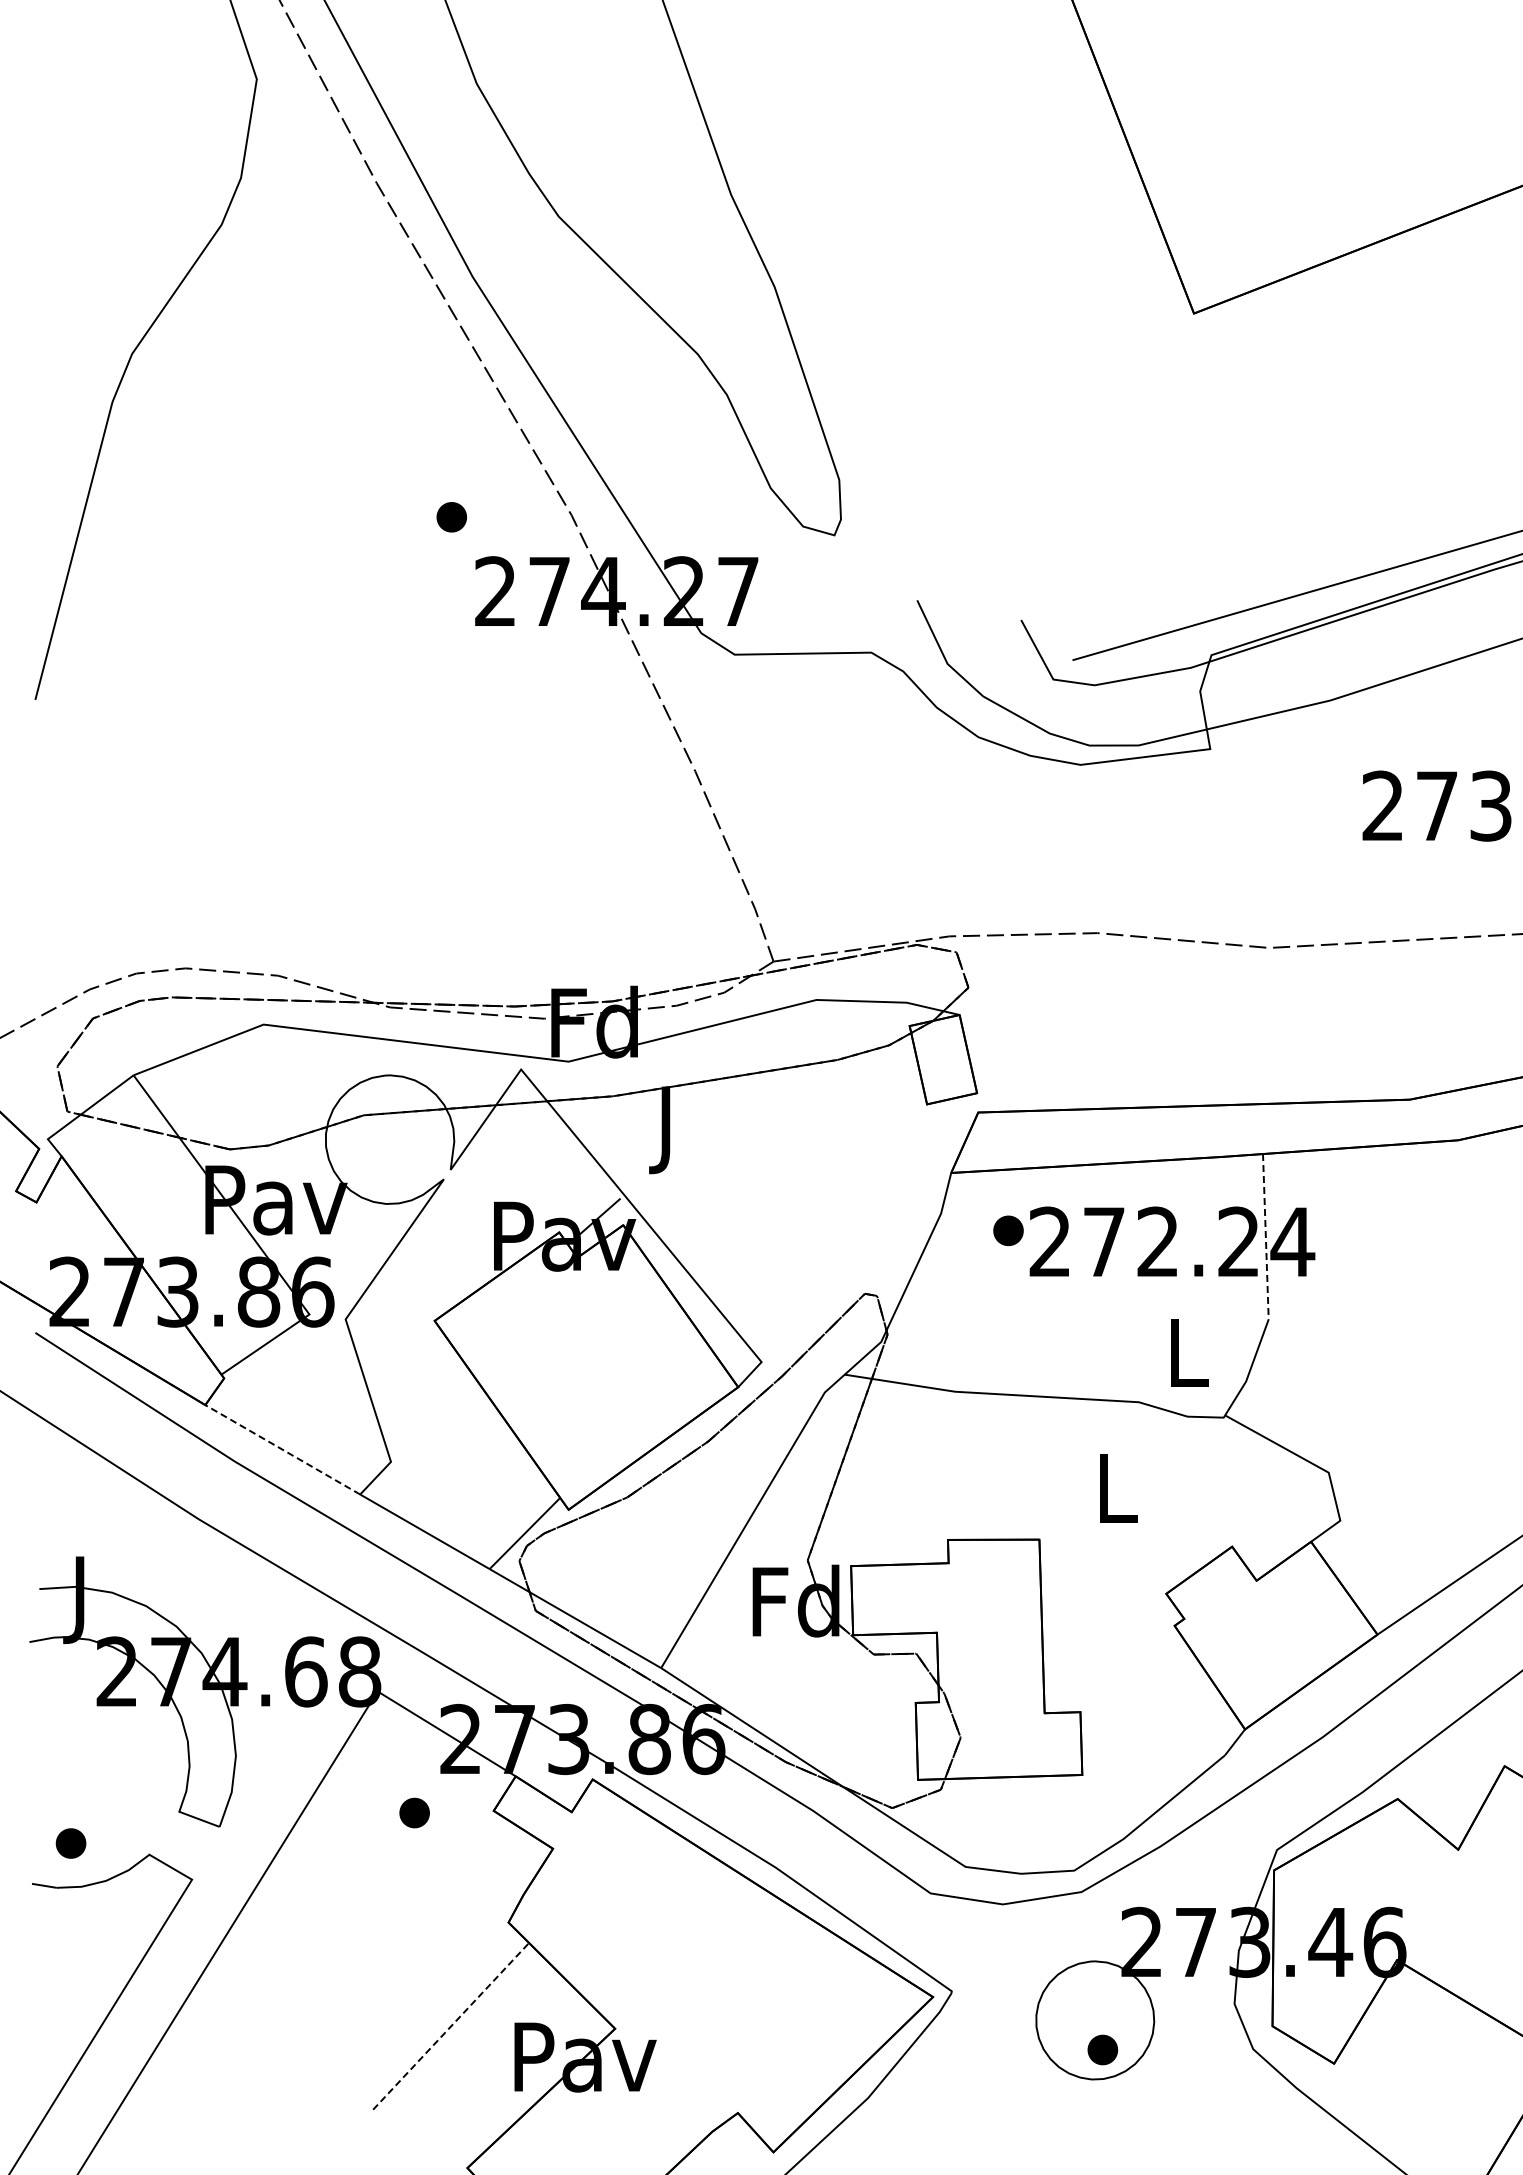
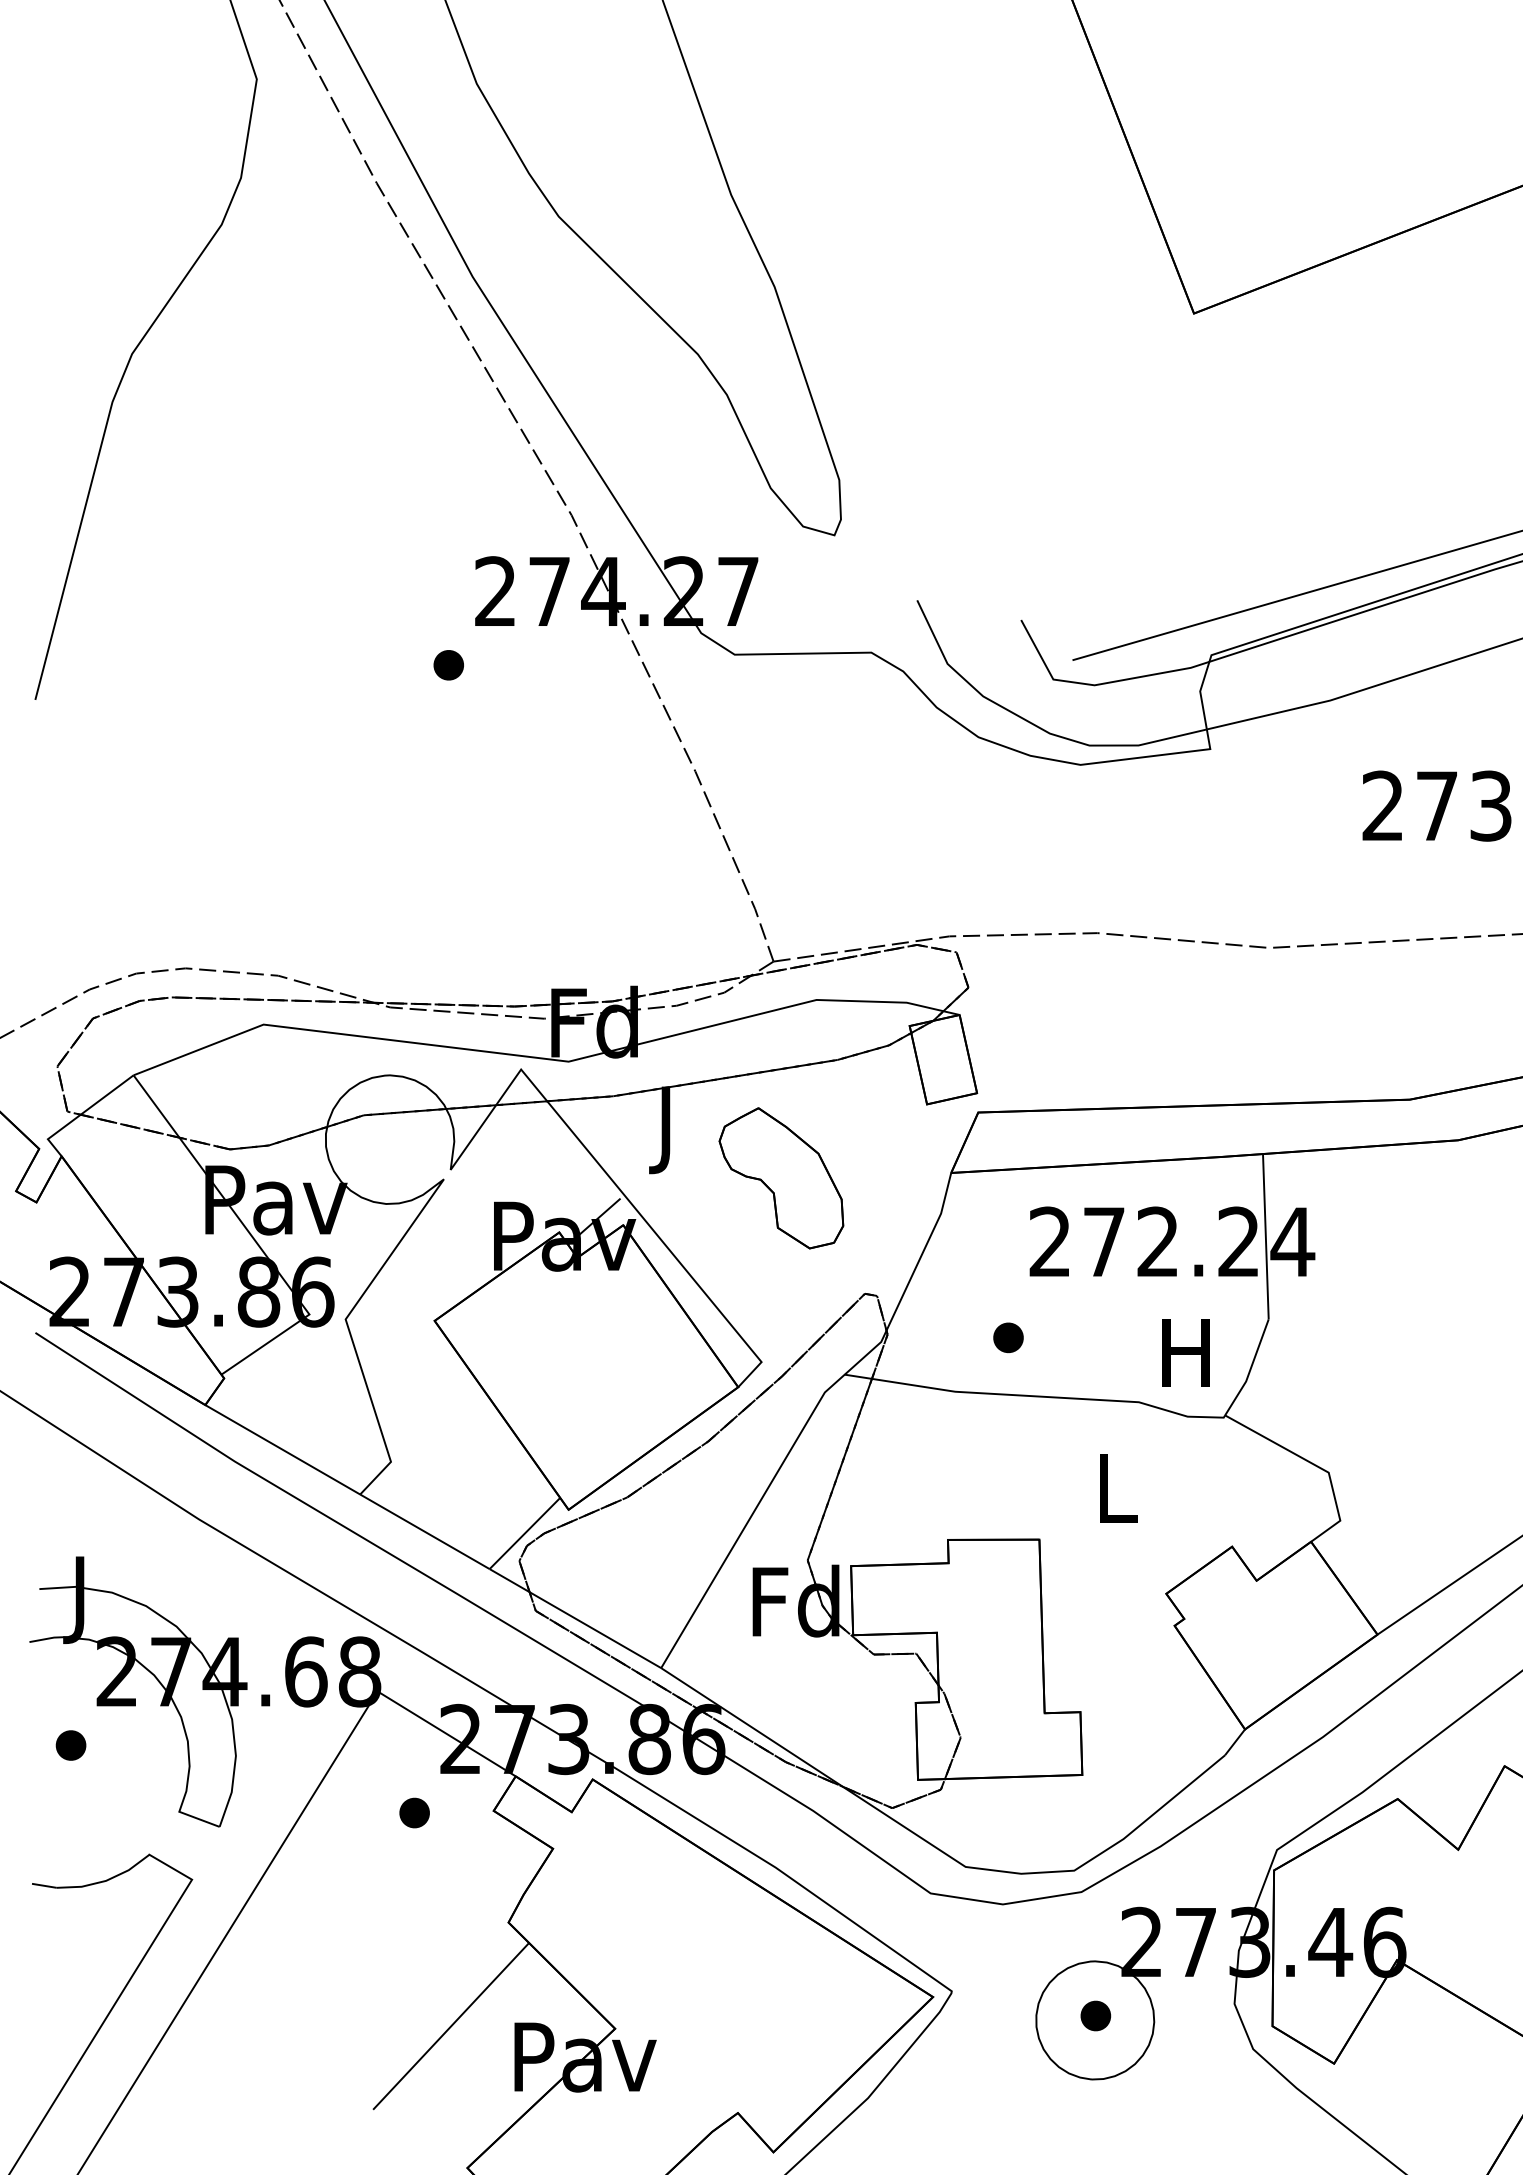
part at (451, 517) position: (451, 517) -> (448, 665)
part at (781, 1178): none -> present
part at (1008, 1230) position: (1008, 1230) -> (1008, 1337)
line at (1265, 1236): dashed -> solid
text at (1185, 1352): L -> H
line at (282, 1449): dashed -> solid
part at (70, 1843) position: (70, 1843) -> (70, 1745)
line at (451, 2026): dashed -> solid
part at (1102, 2049) position: (1102, 2049) -> (1095, 2015)
